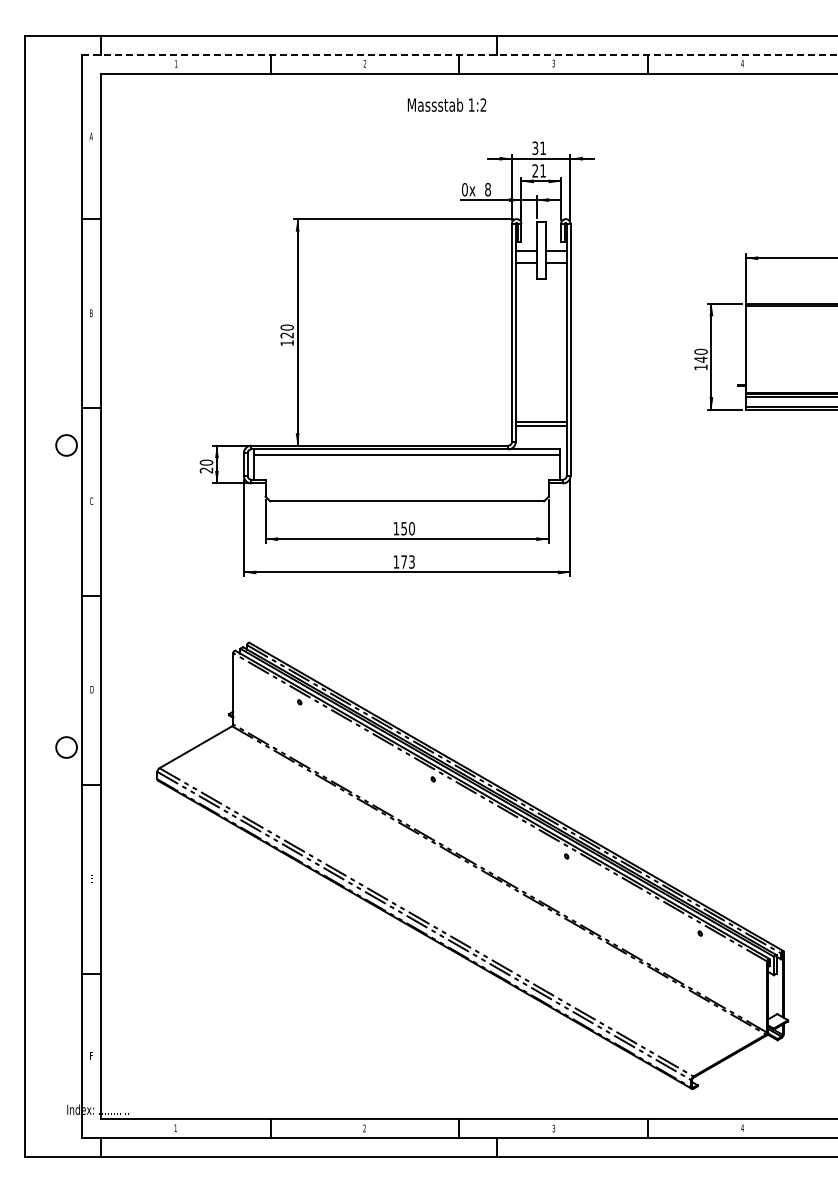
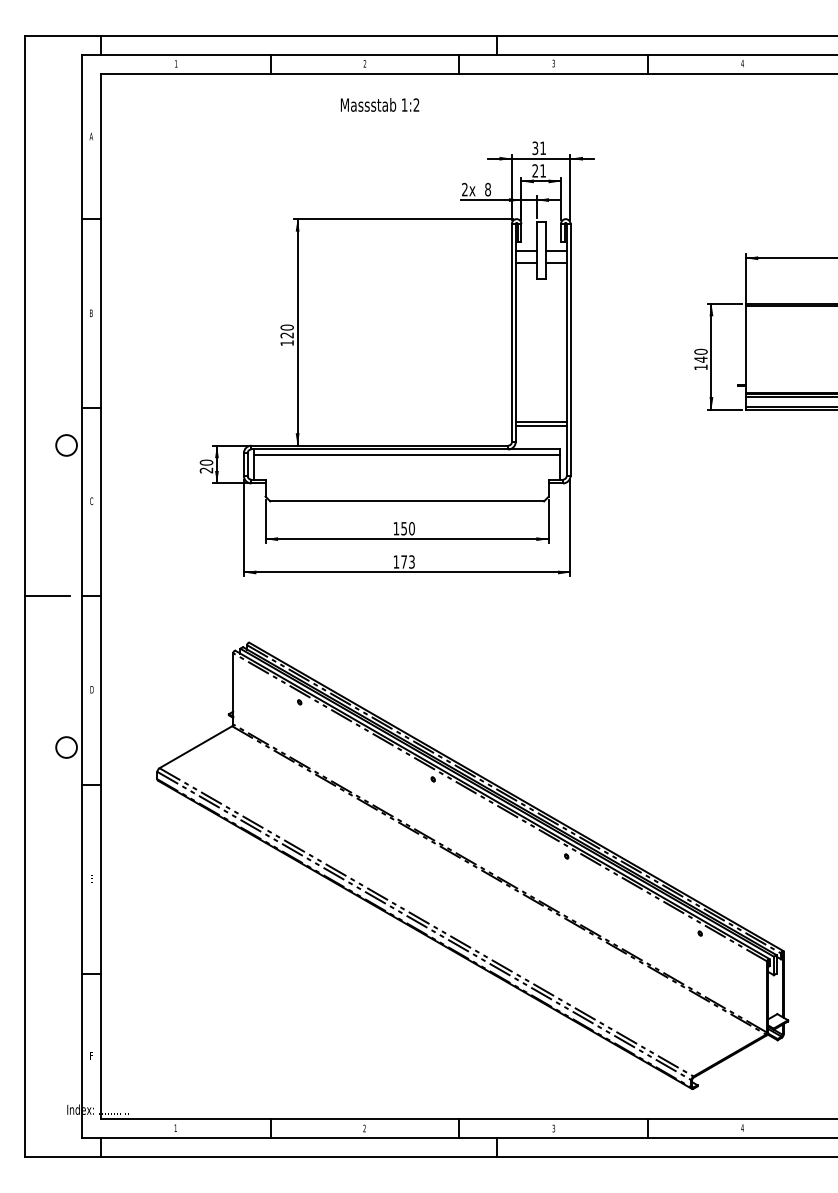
line at (459, 54): dashed -> solid
text at (446, 104) position: (446, 104) -> (379, 104)
text at (464, 189): 0x -> 2x
line at (47, 596): none -> present
